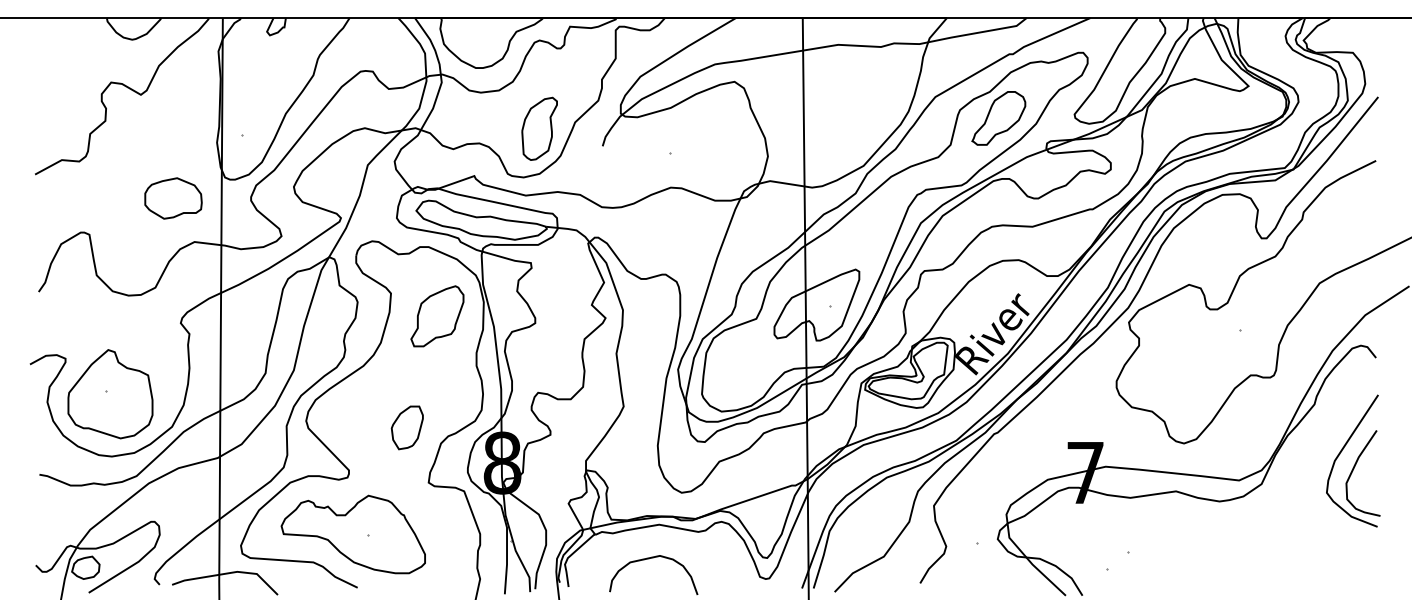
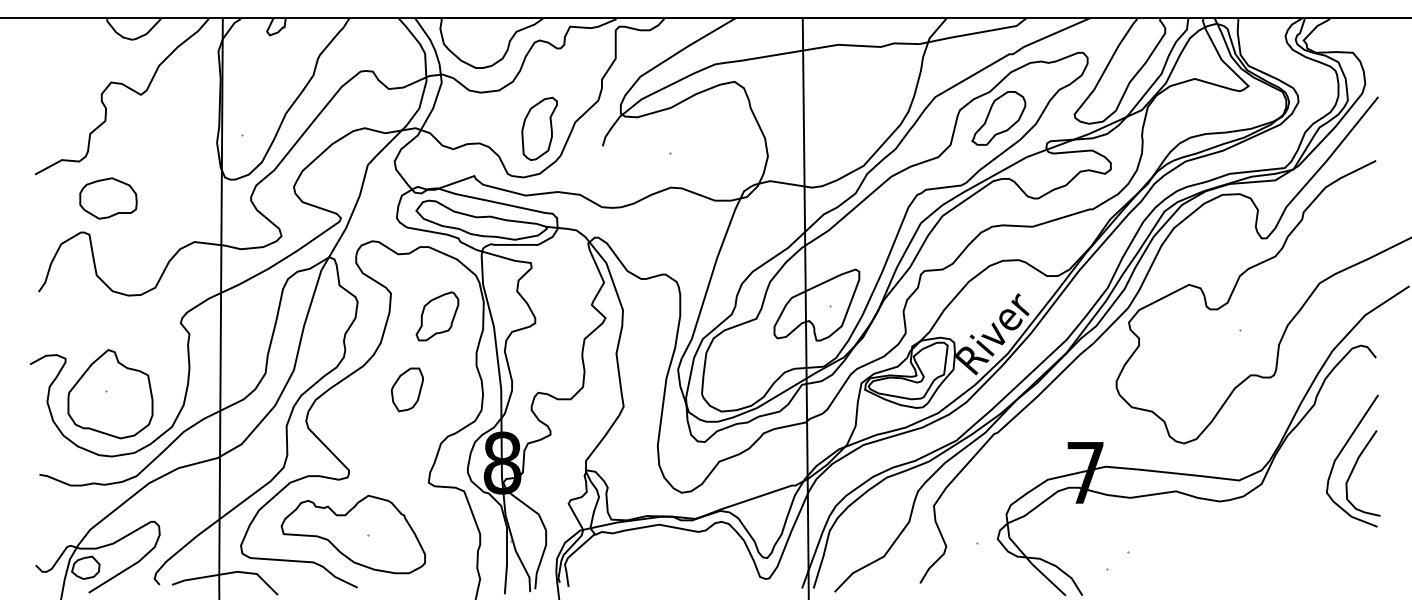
part at (173, 198) position: (173, 198) -> (108, 198)
part at (437, 316) size: 55x63 px -> 45x51 px
part at (406, 427) position: (406, 427) -> (406, 389)
curve at (649, 559): present -> none
